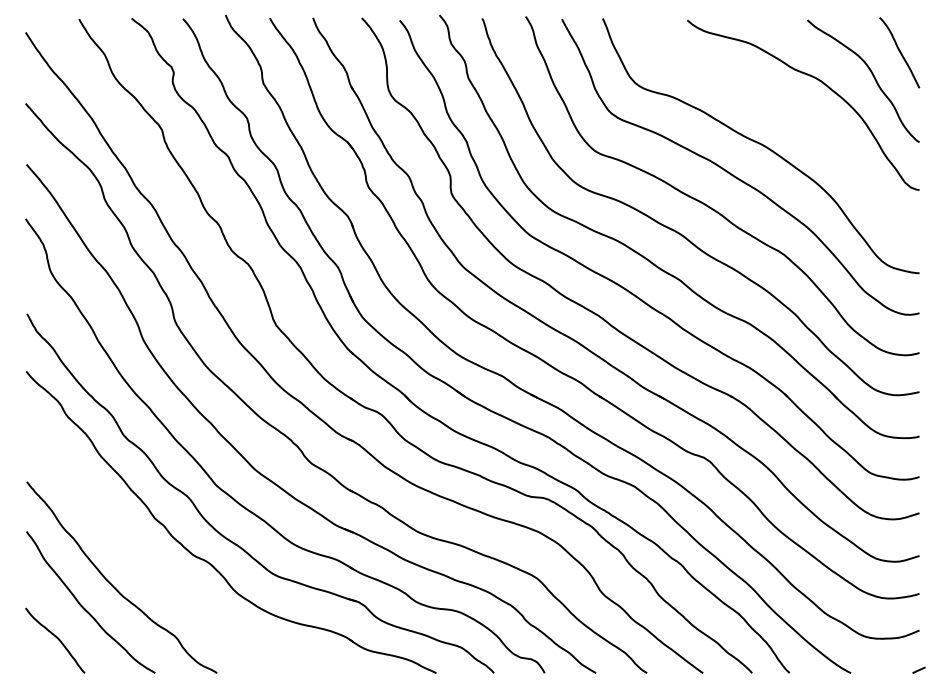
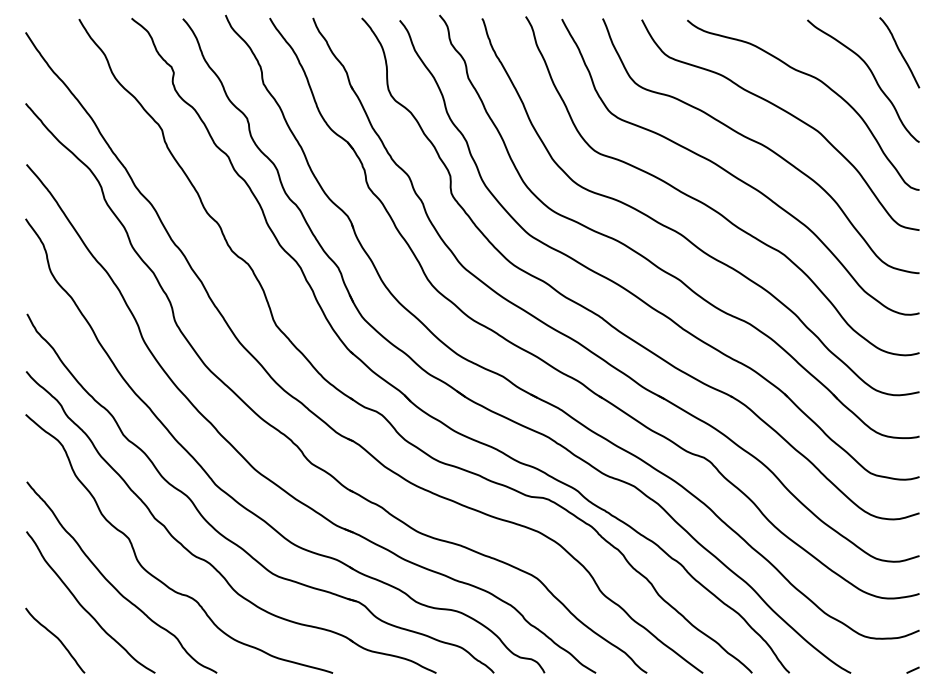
curve at (788, 114): none -> present
curve at (155, 576): none -> present
line at (918, 669) position: (918, 669) -> (912, 669)
